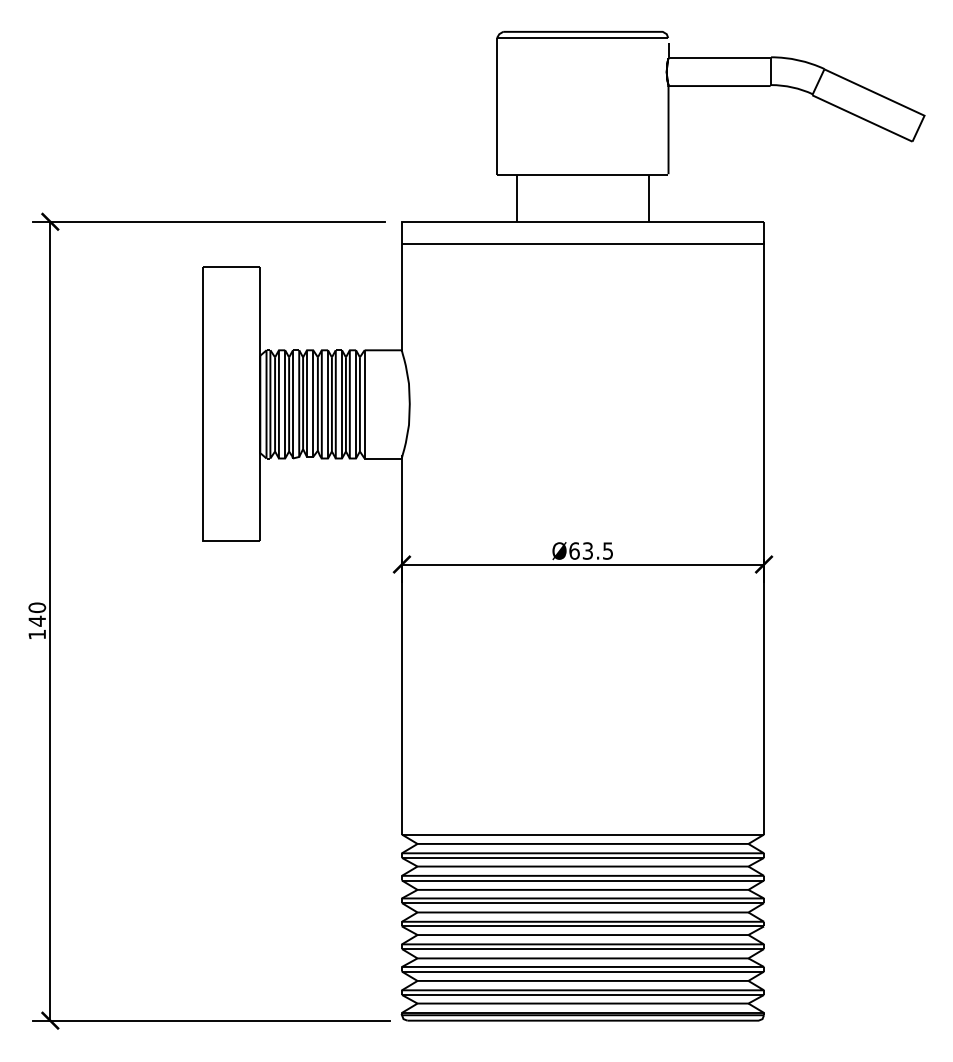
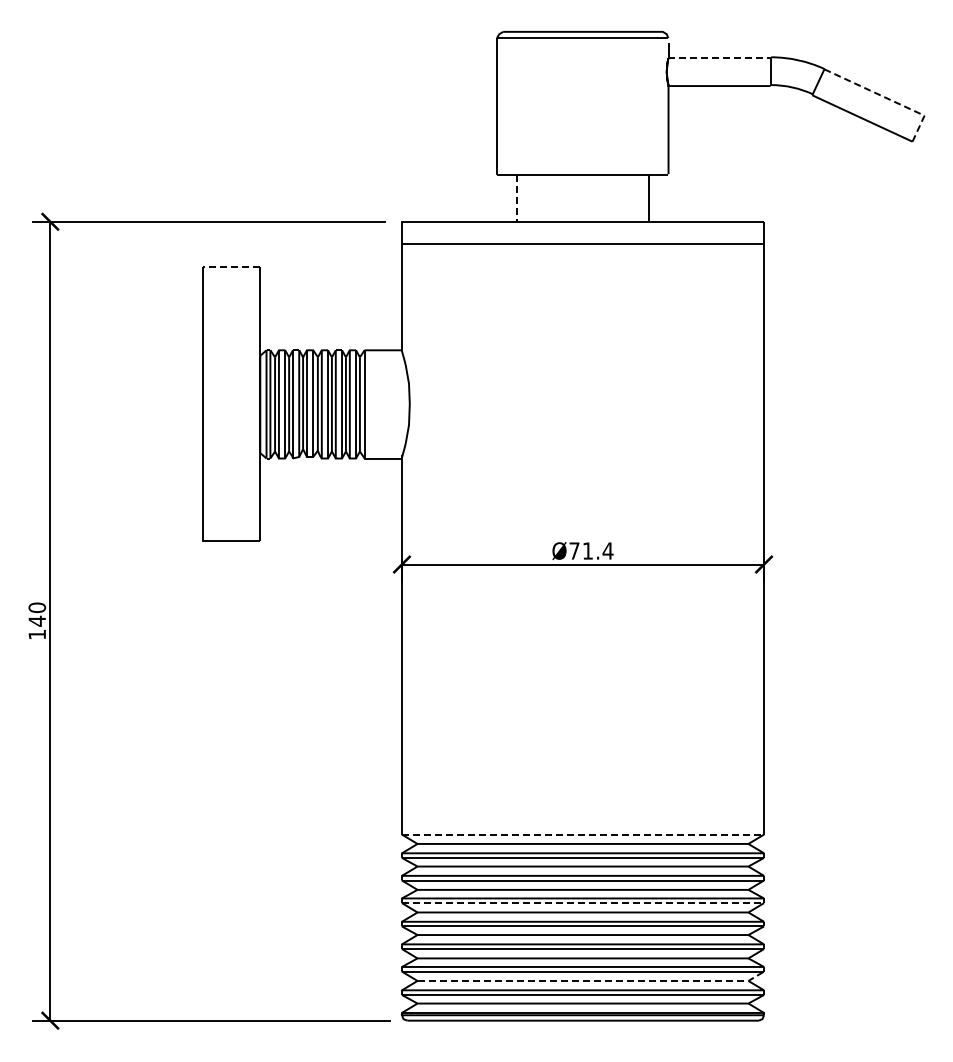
line at (719, 57): solid -> dashed
line at (887, 98): solid -> dashed
line at (517, 198): solid -> dashed
line at (231, 267): solid -> dashed
text at (591, 550): Ø63.5 -> Ø71.4
line at (583, 834): solid -> dashed
line at (583, 903): solid -> dashed
line at (593, 980): solid -> dashed
